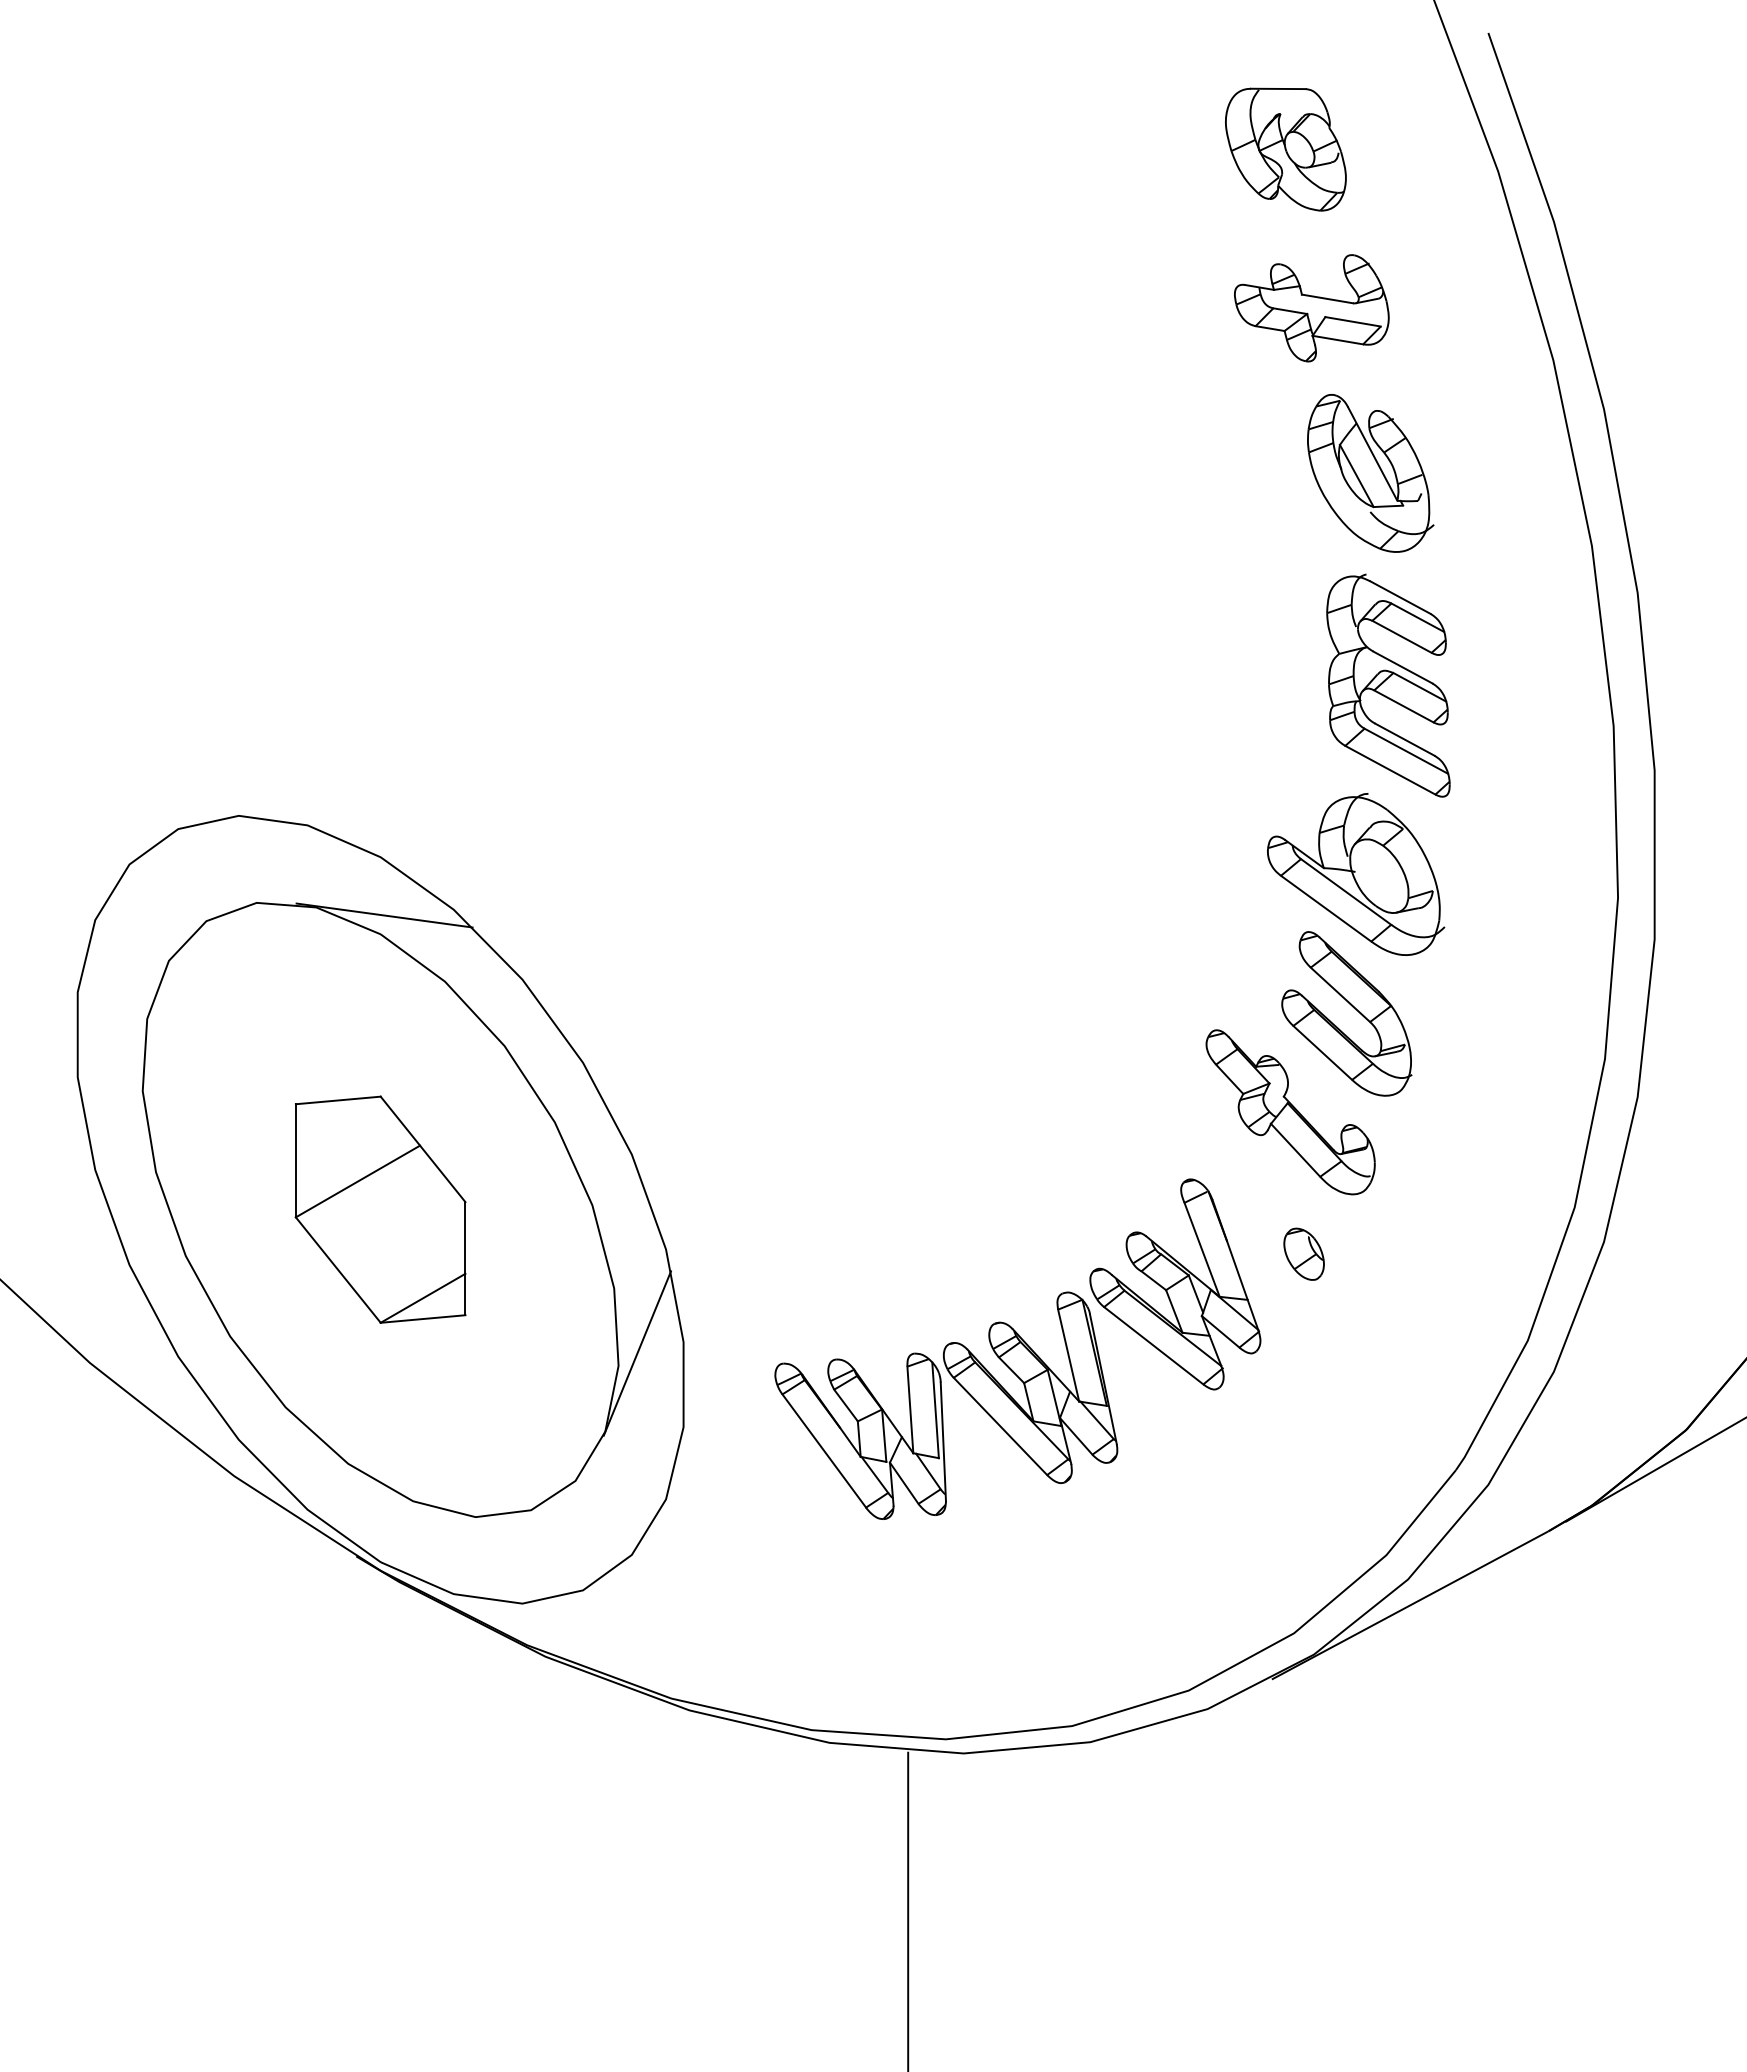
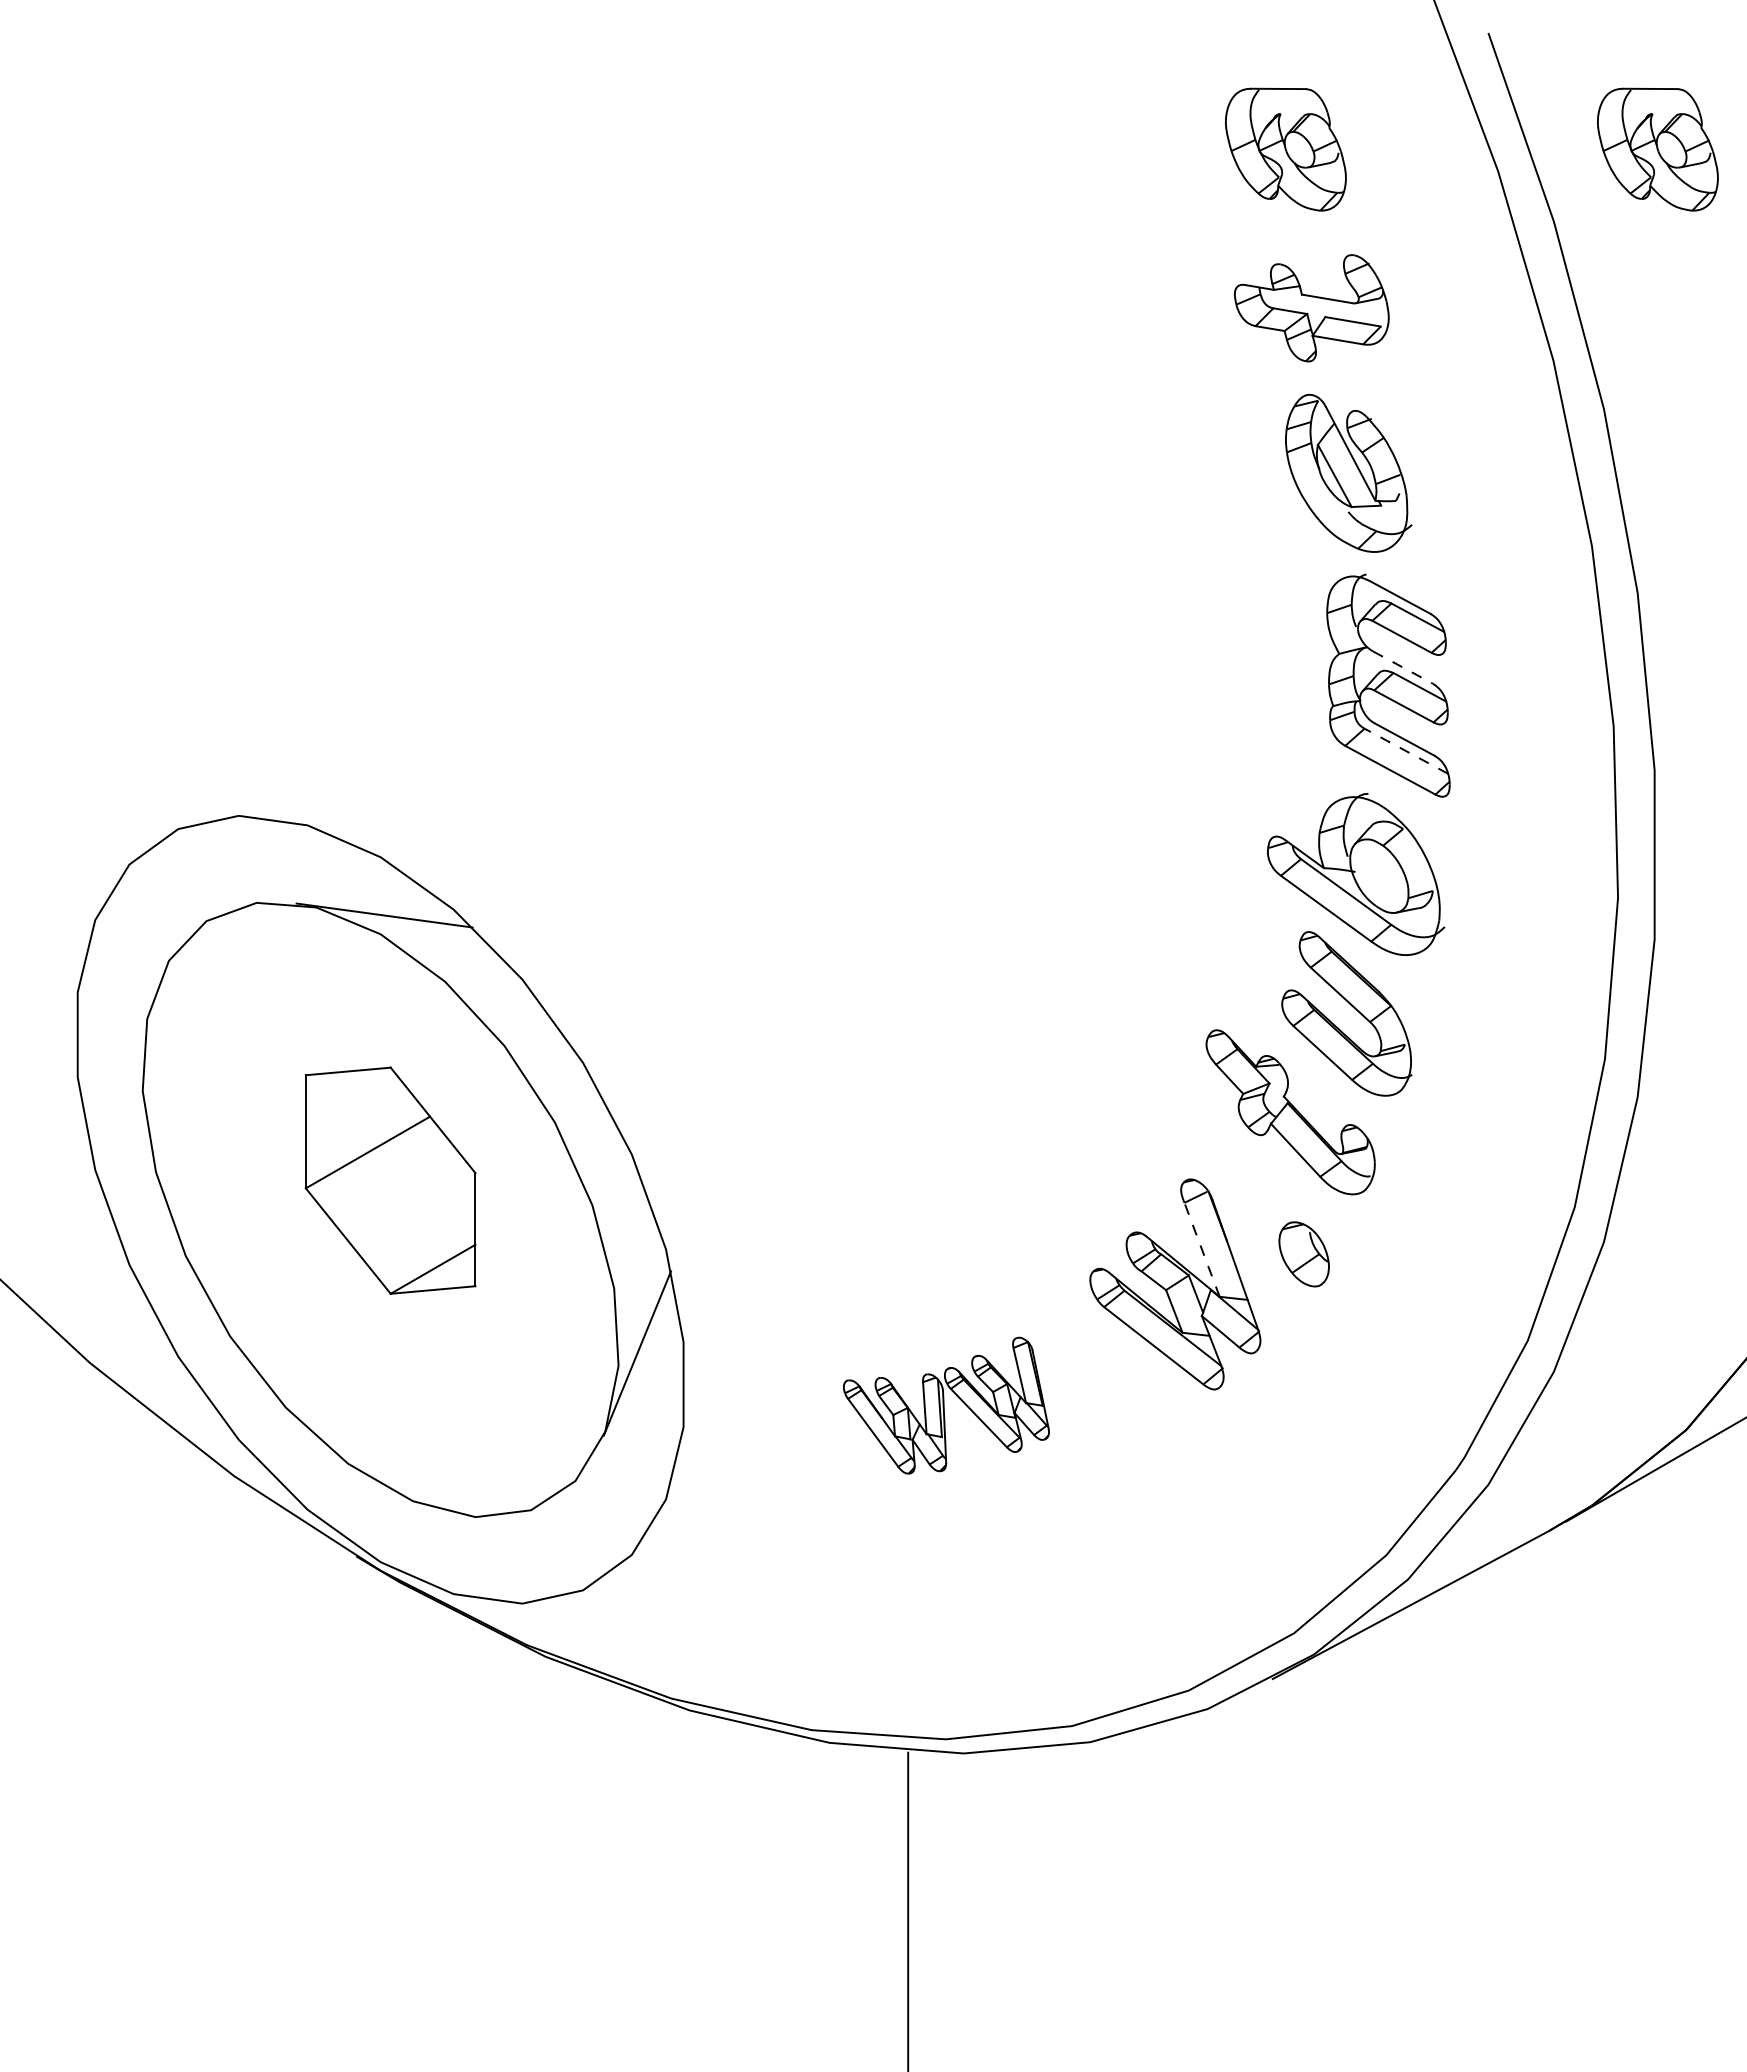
part at (1657, 149): none -> present
part at (1370, 473) position: (1370, 473) -> (1348, 473)
line at (1402, 667): solid -> dashed
line at (1405, 750): solid -> dashed
part at (380, 1209) position: (380, 1209) -> (390, 1180)
line at (1201, 1249): solid -> dashed
part at (1303, 1253) size: 42x54 px -> 52x67 px
part at (946, 1405) size: 345x229 px -> 208x139 px
